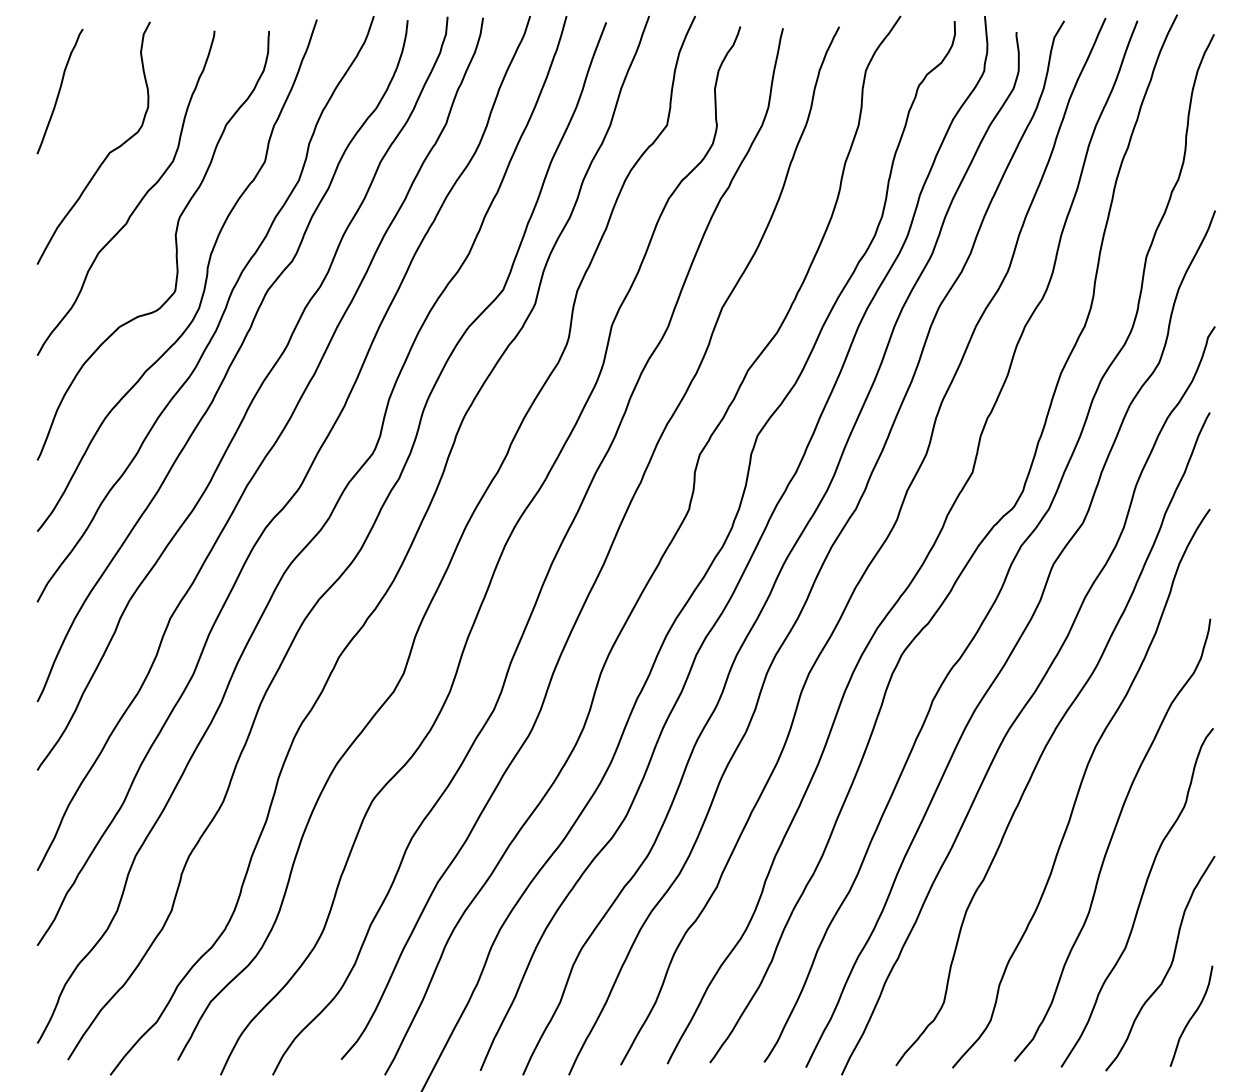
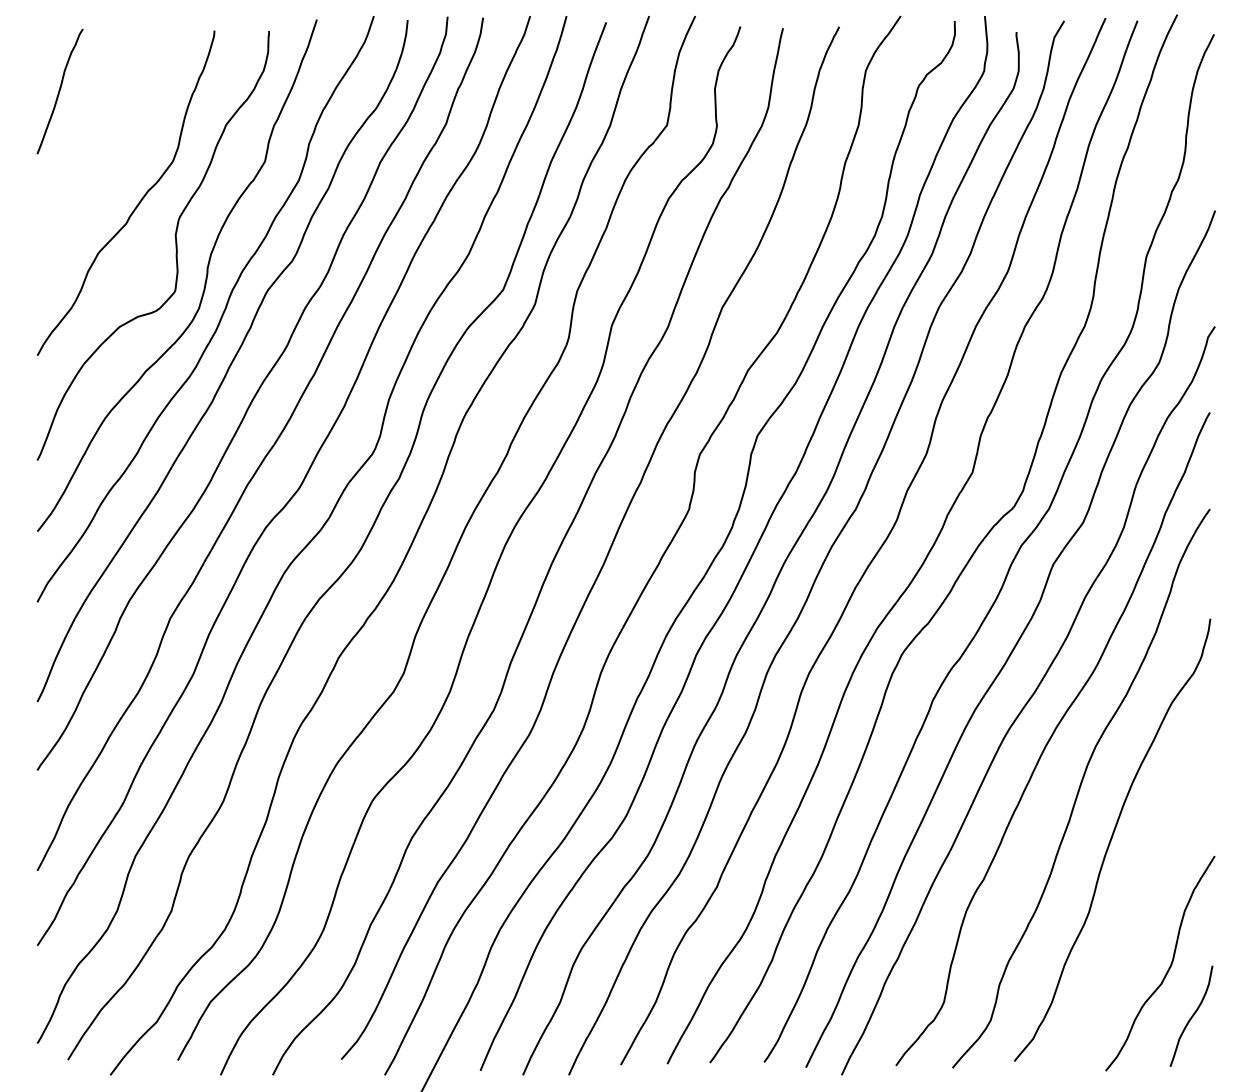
curve at (108, 152): present -> none
curve at (1140, 897): present -> none
